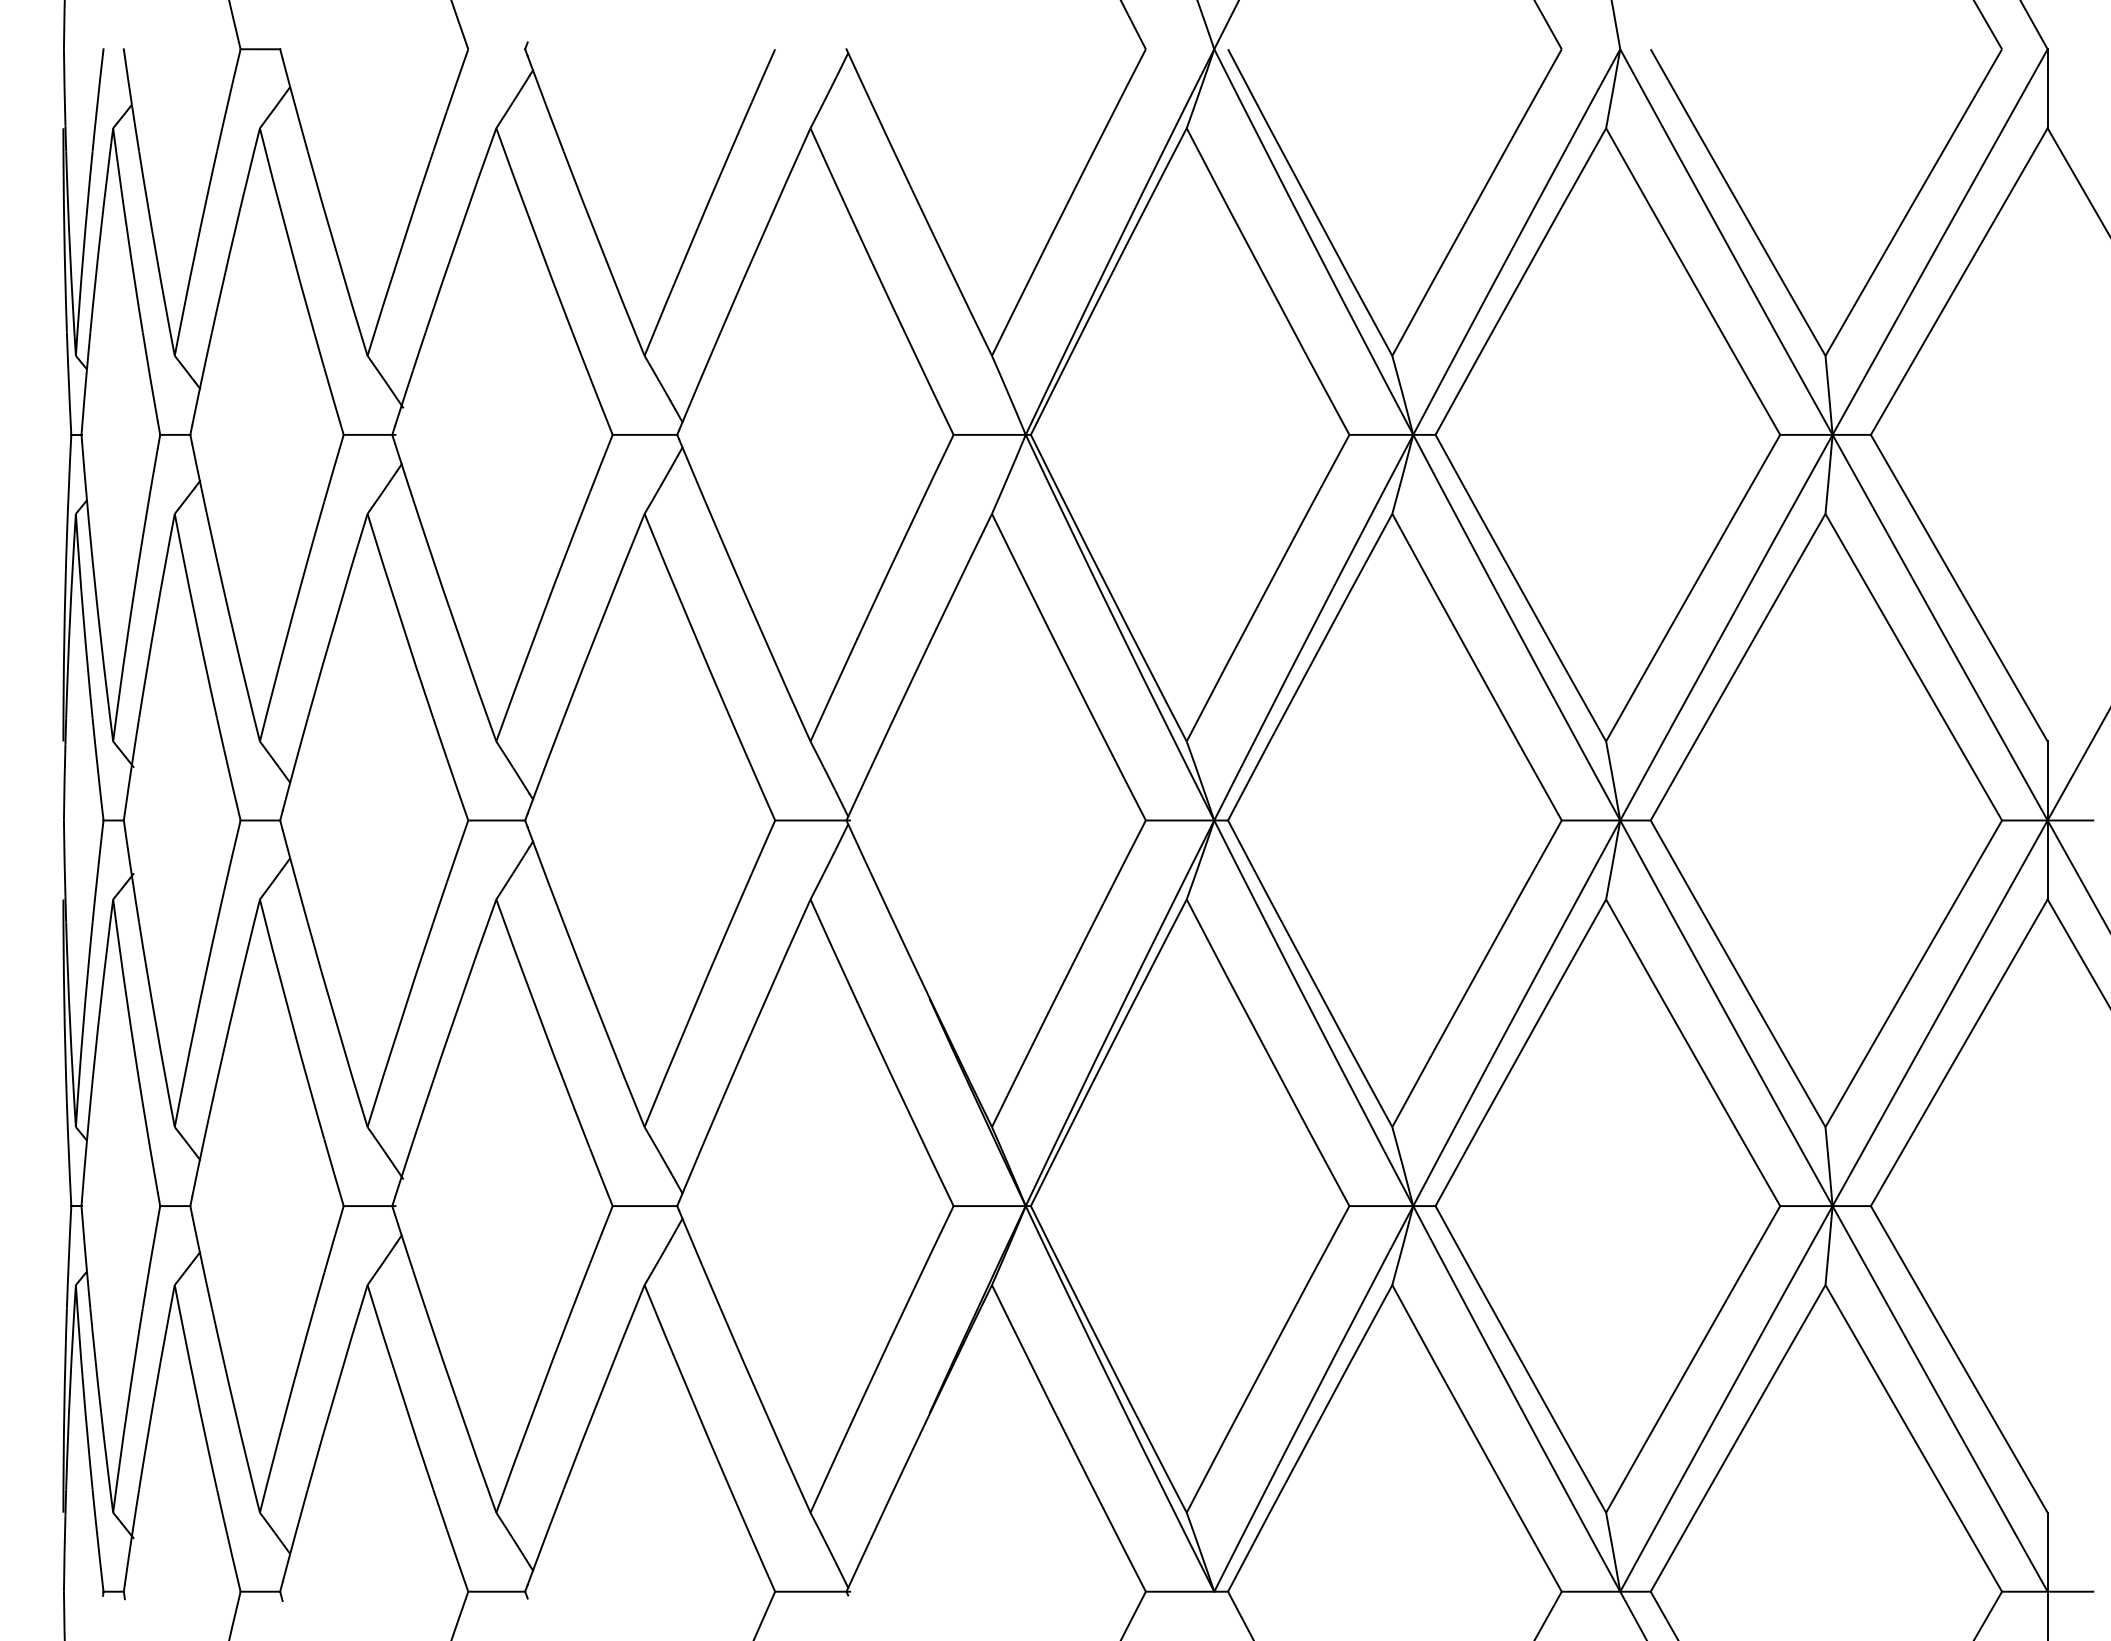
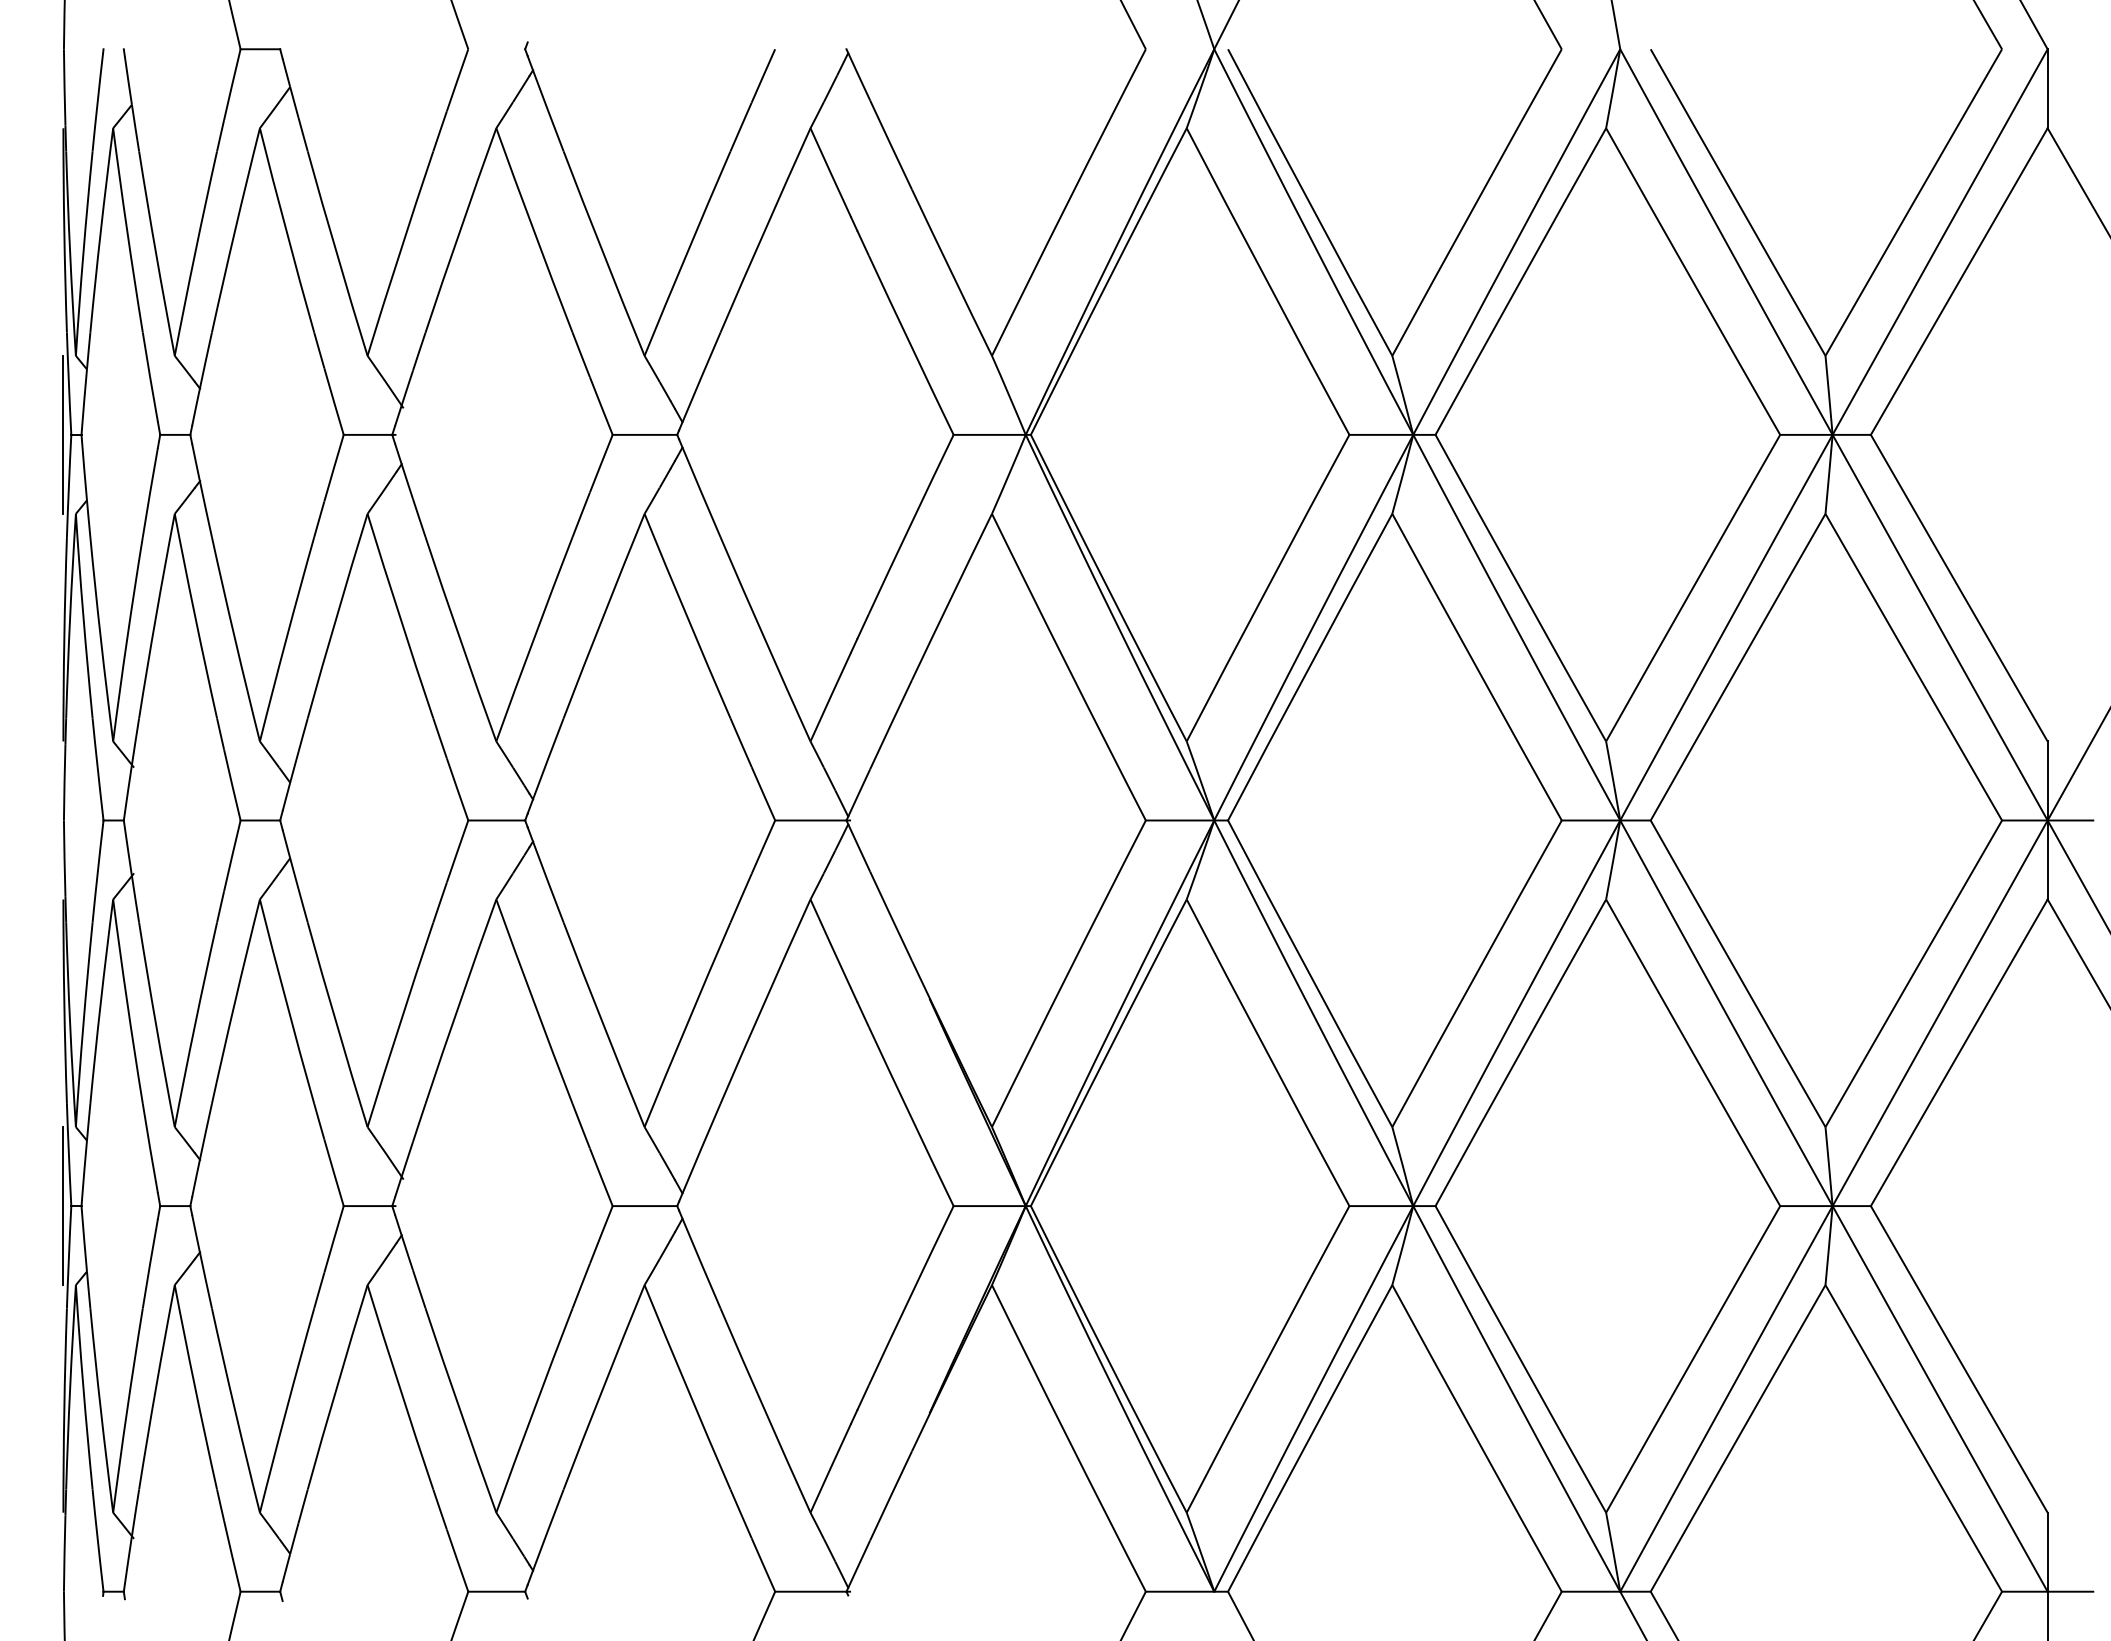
line at (63, 434): none -> present
line at (63, 1206): none -> present
